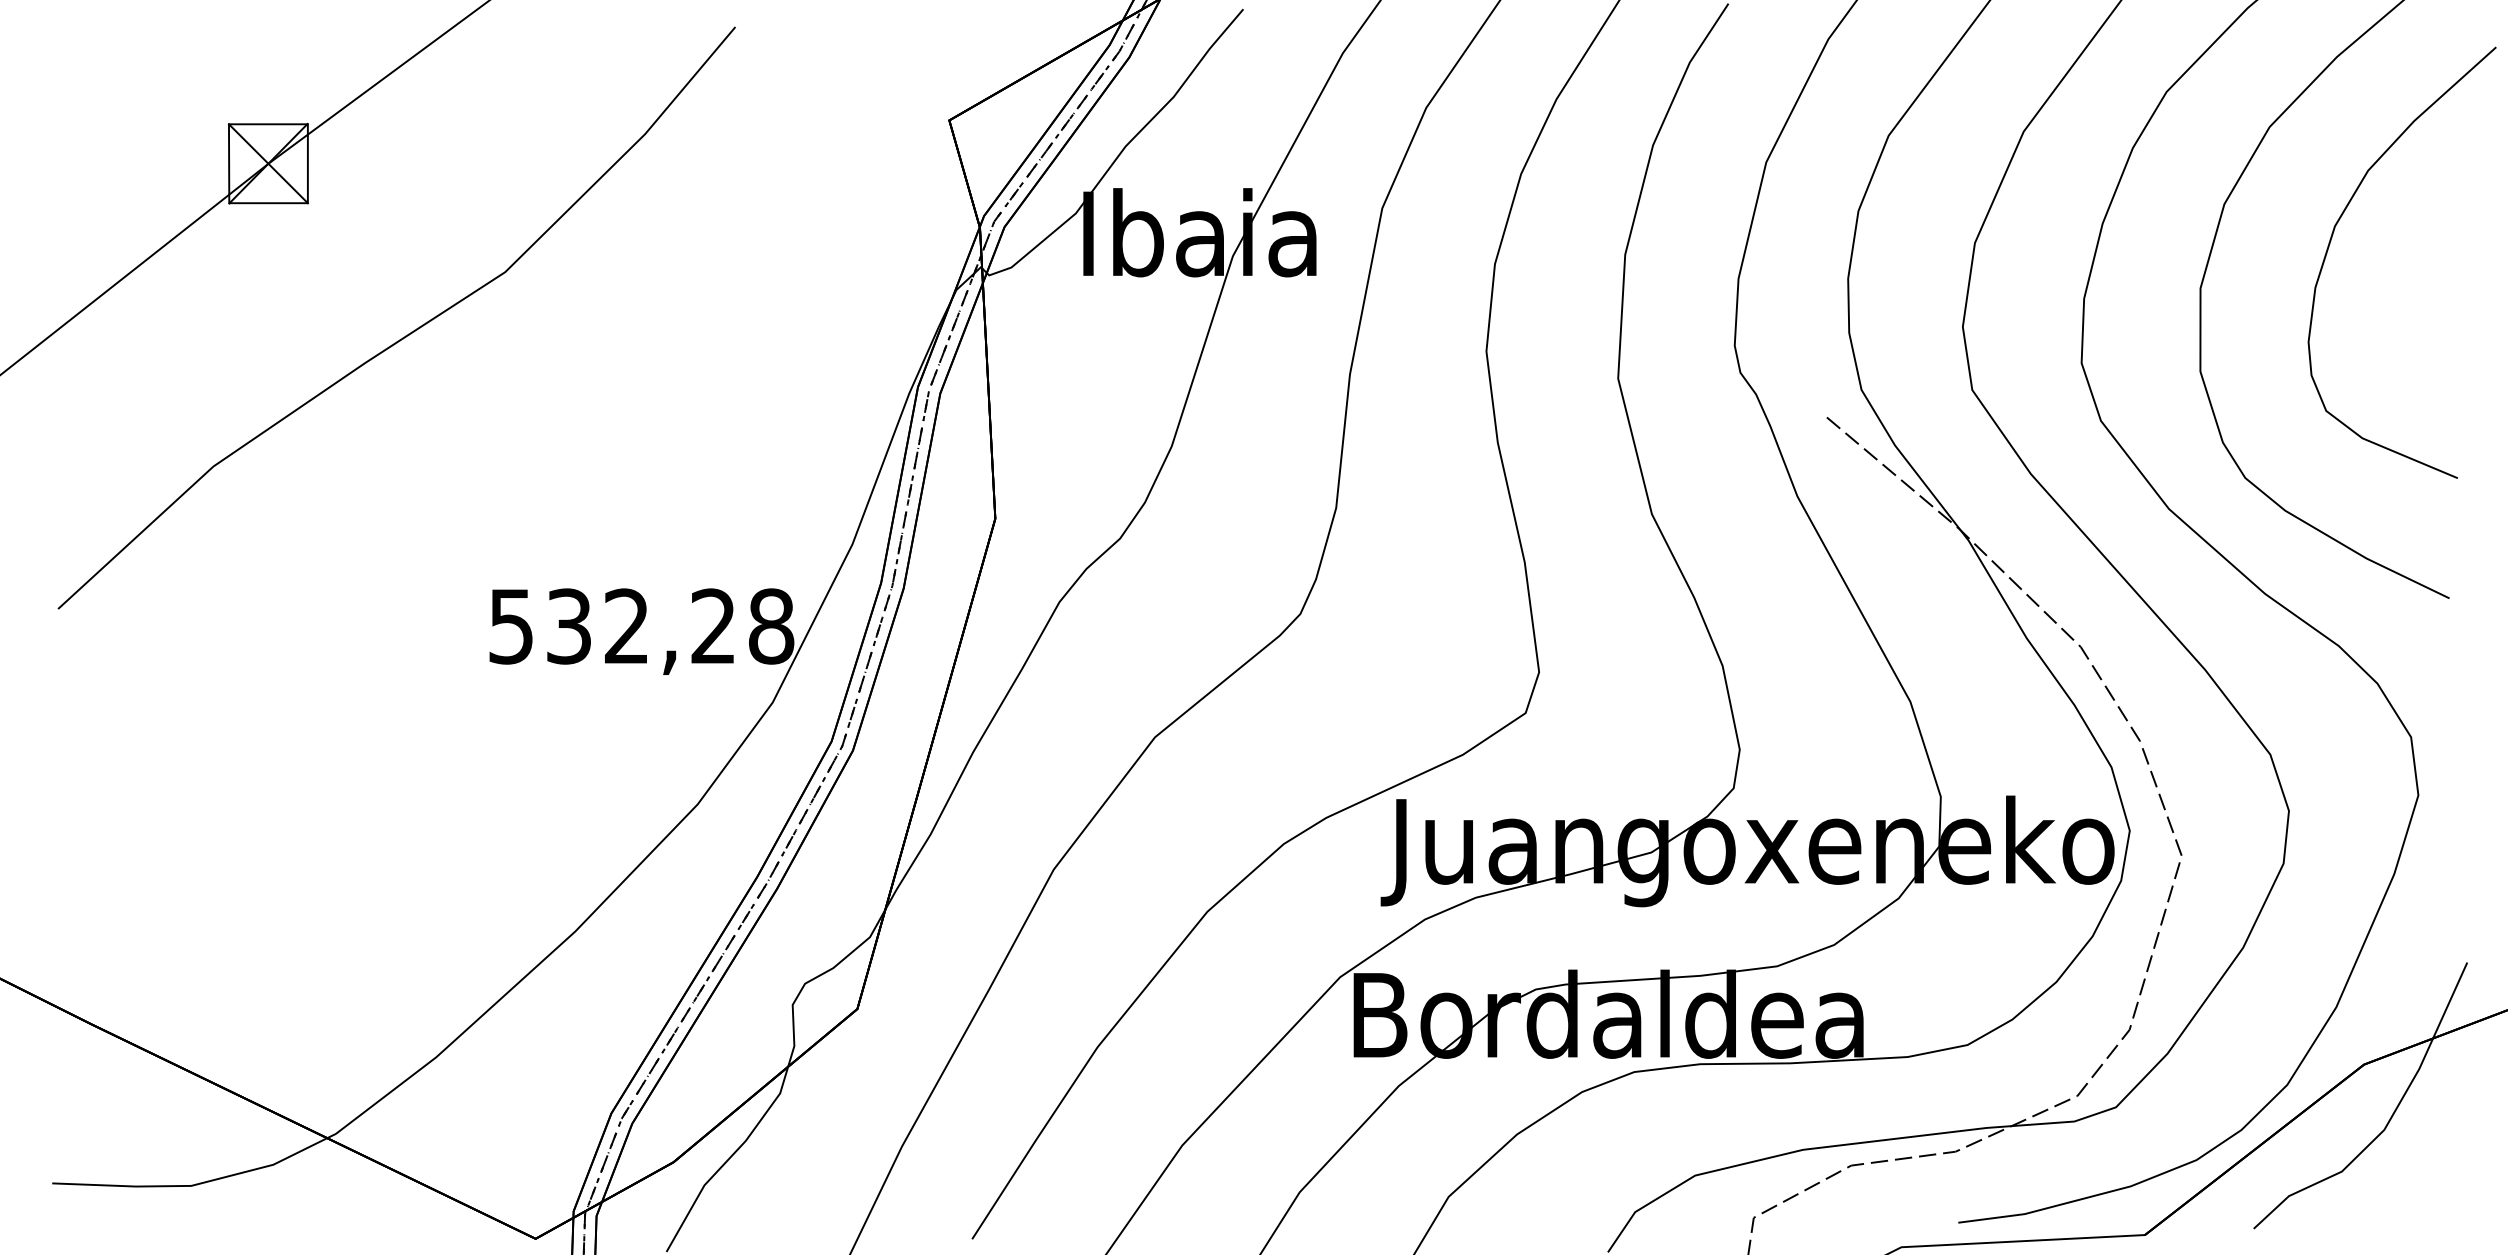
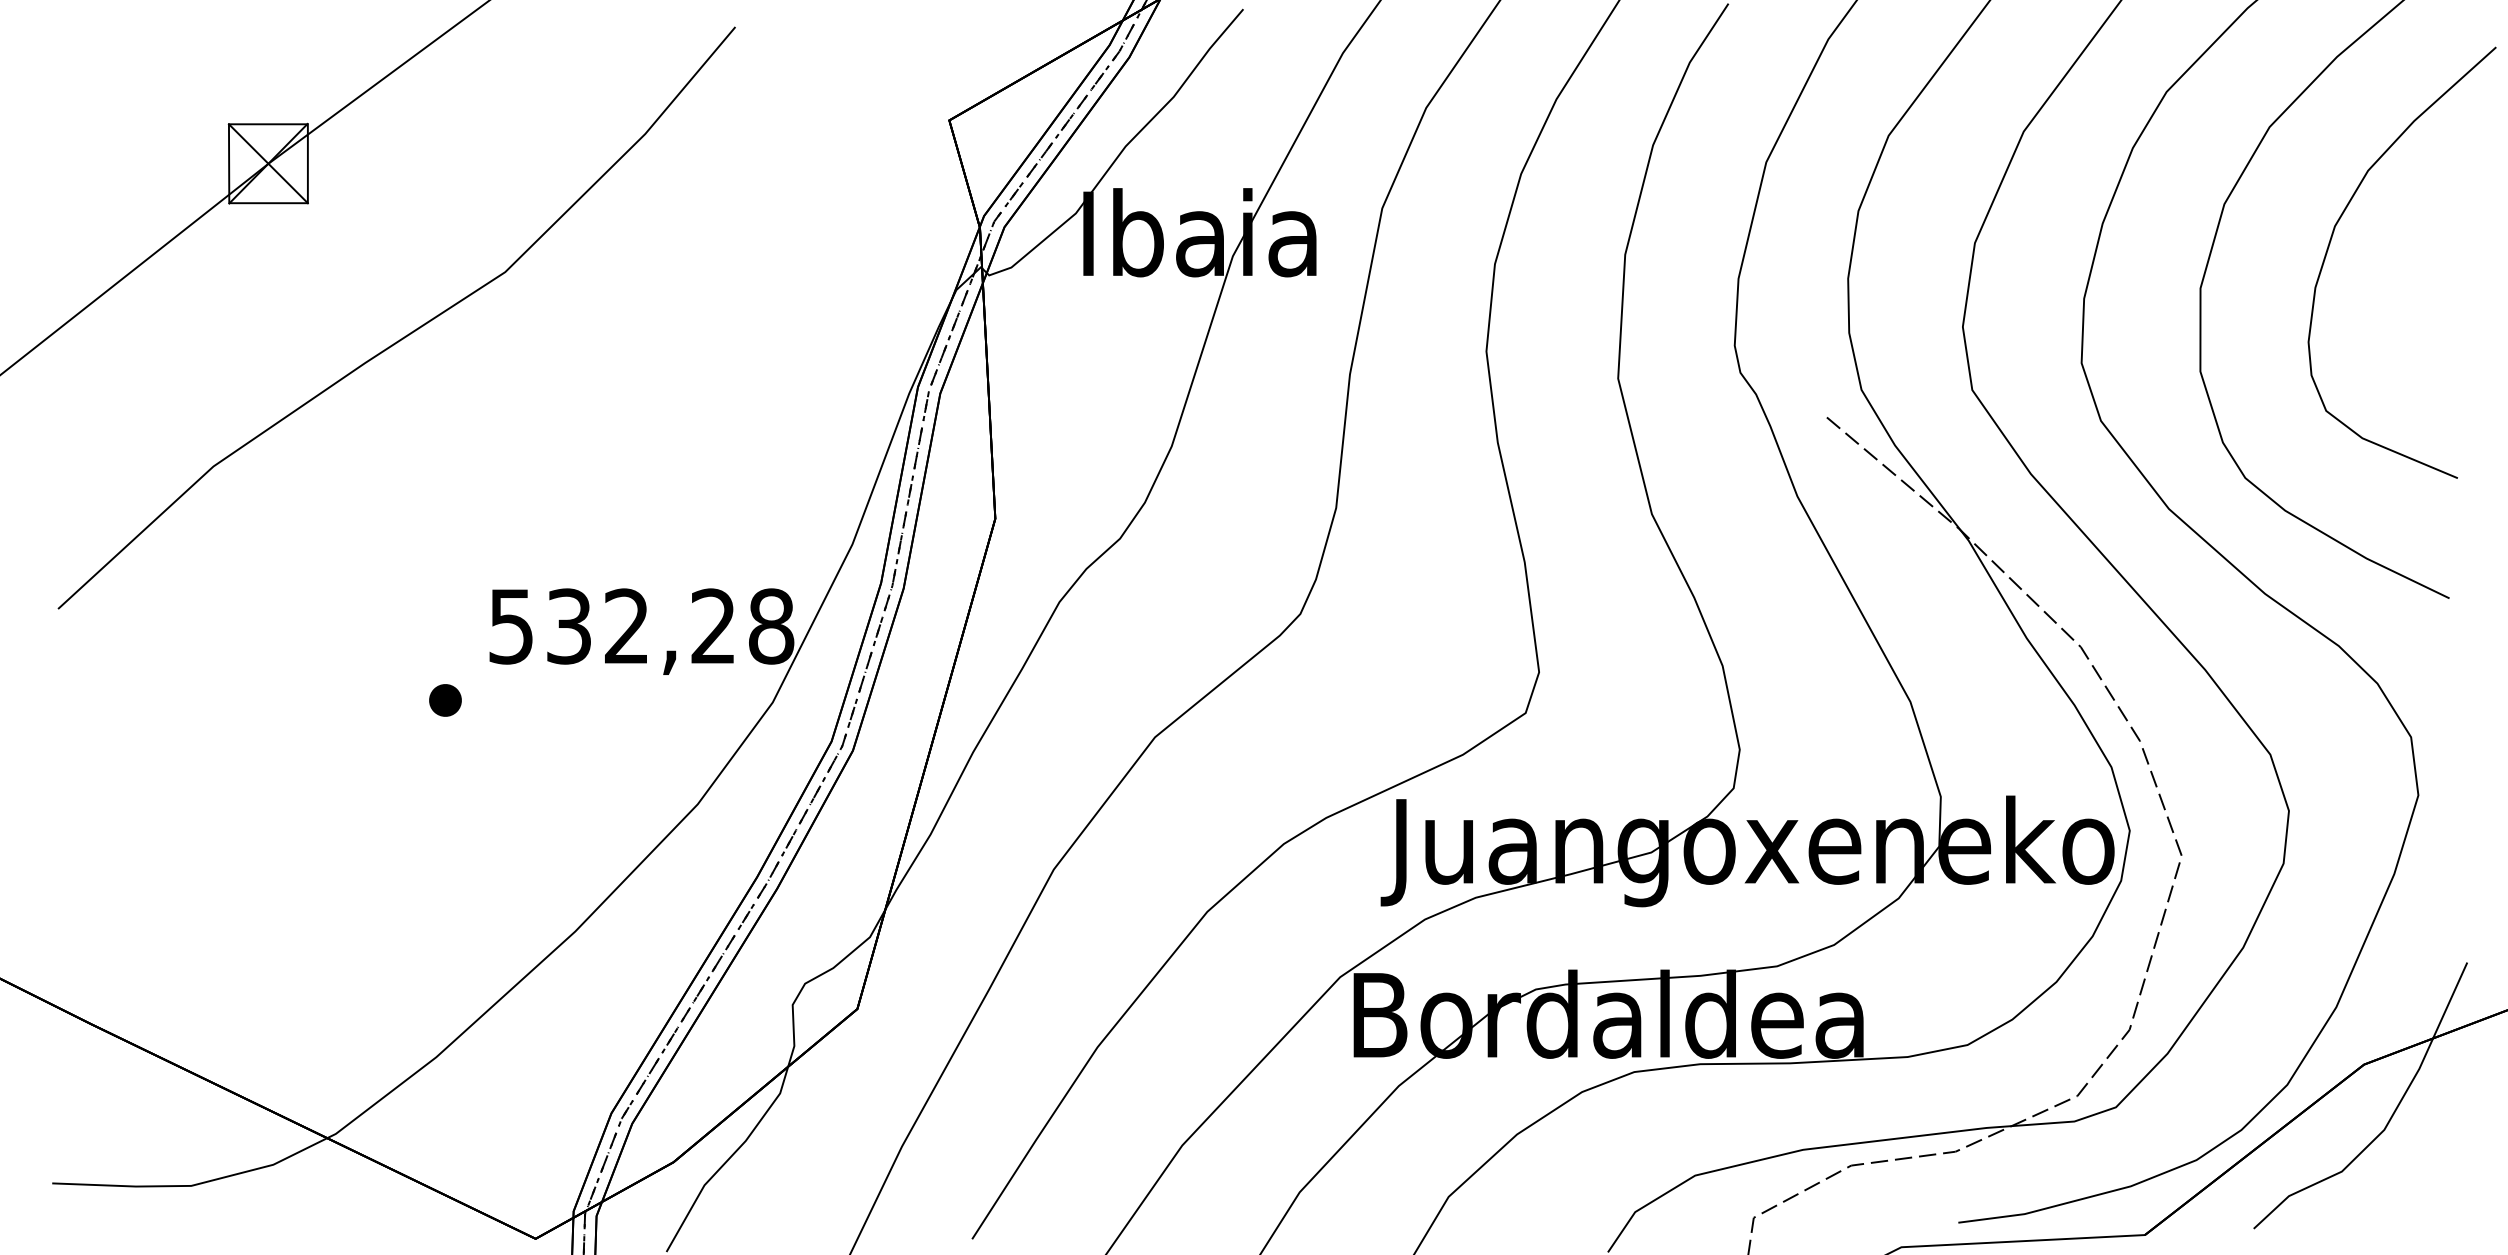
part at (445, 700): none -> present
